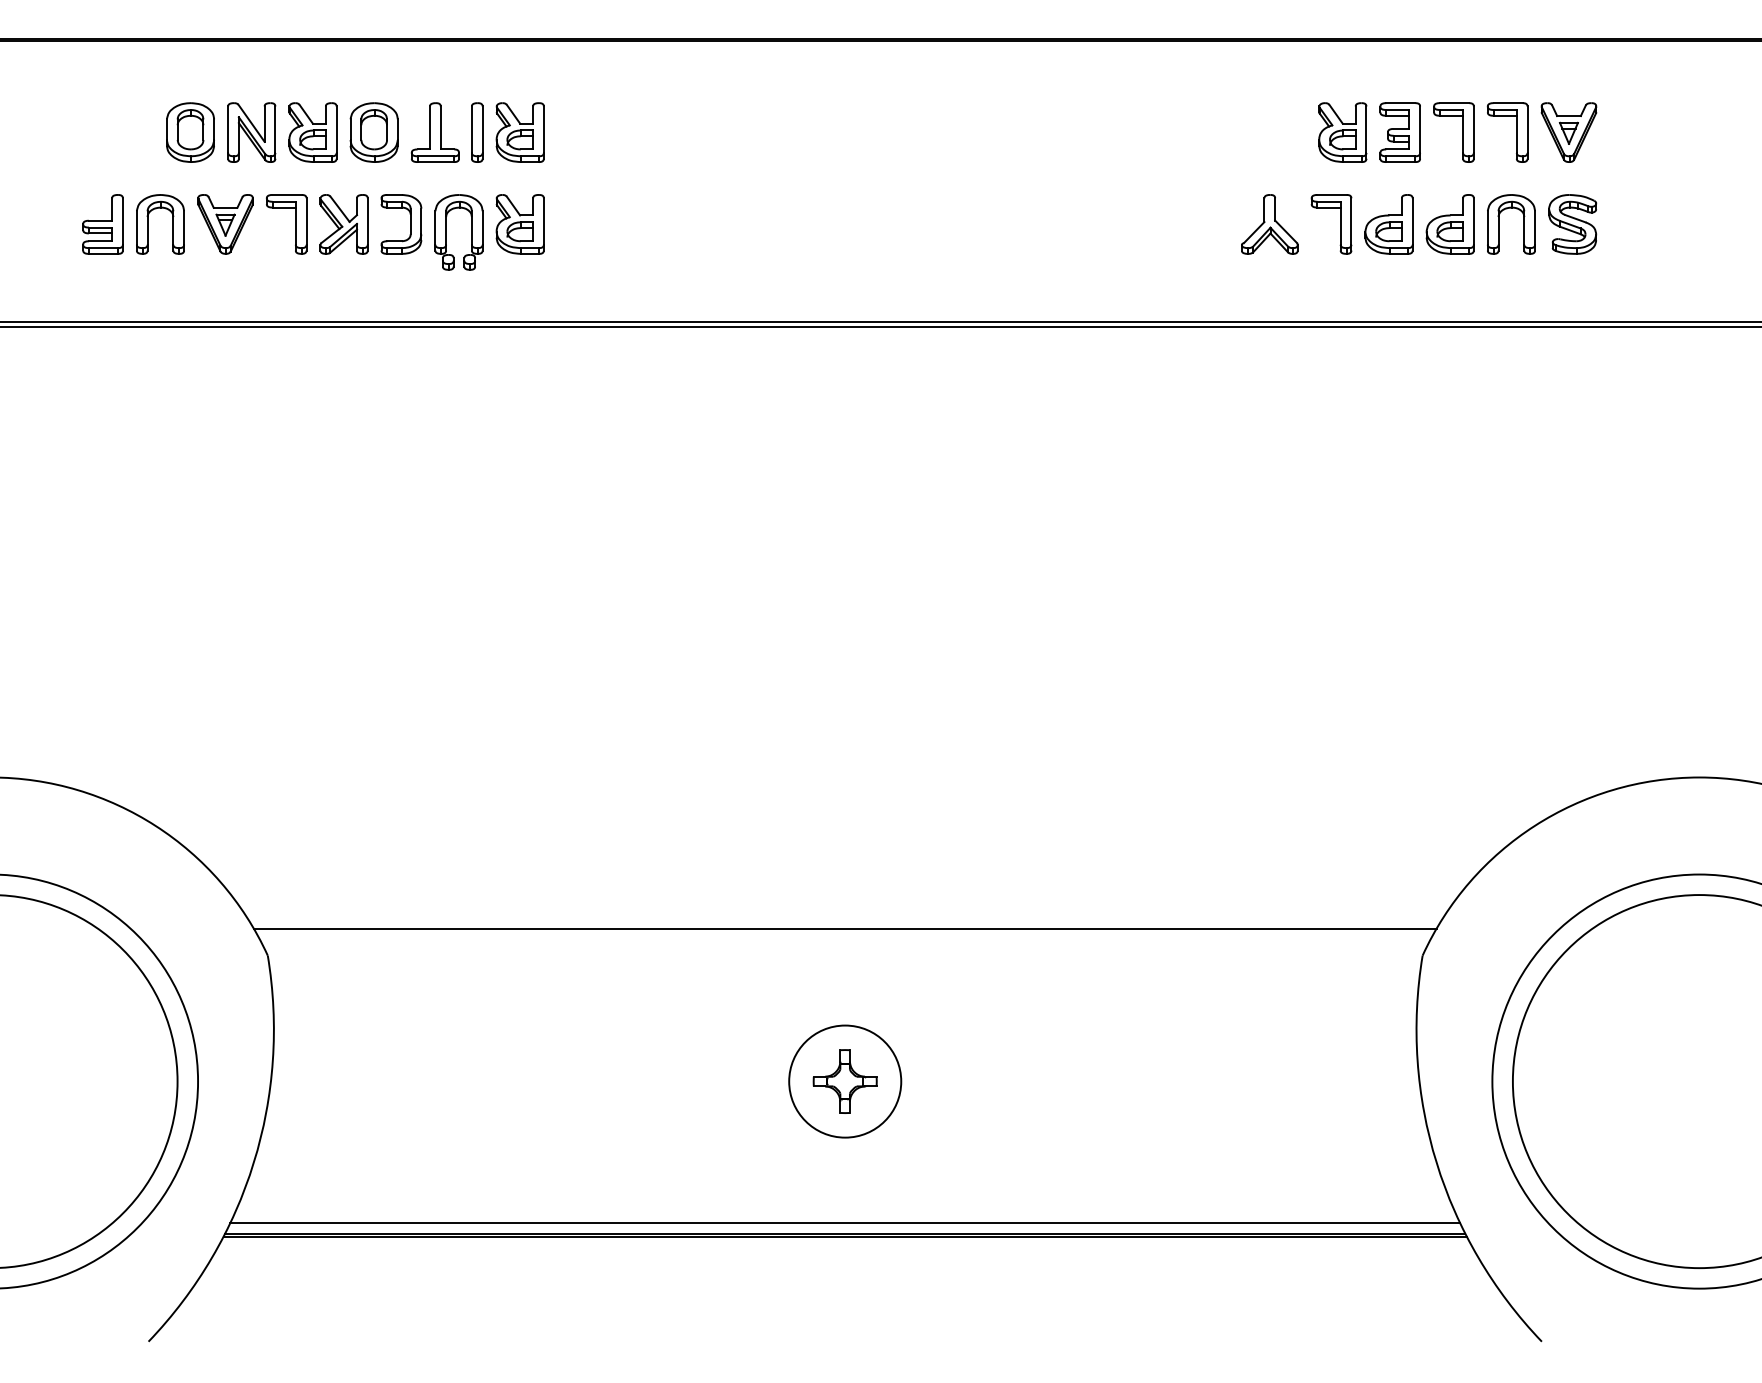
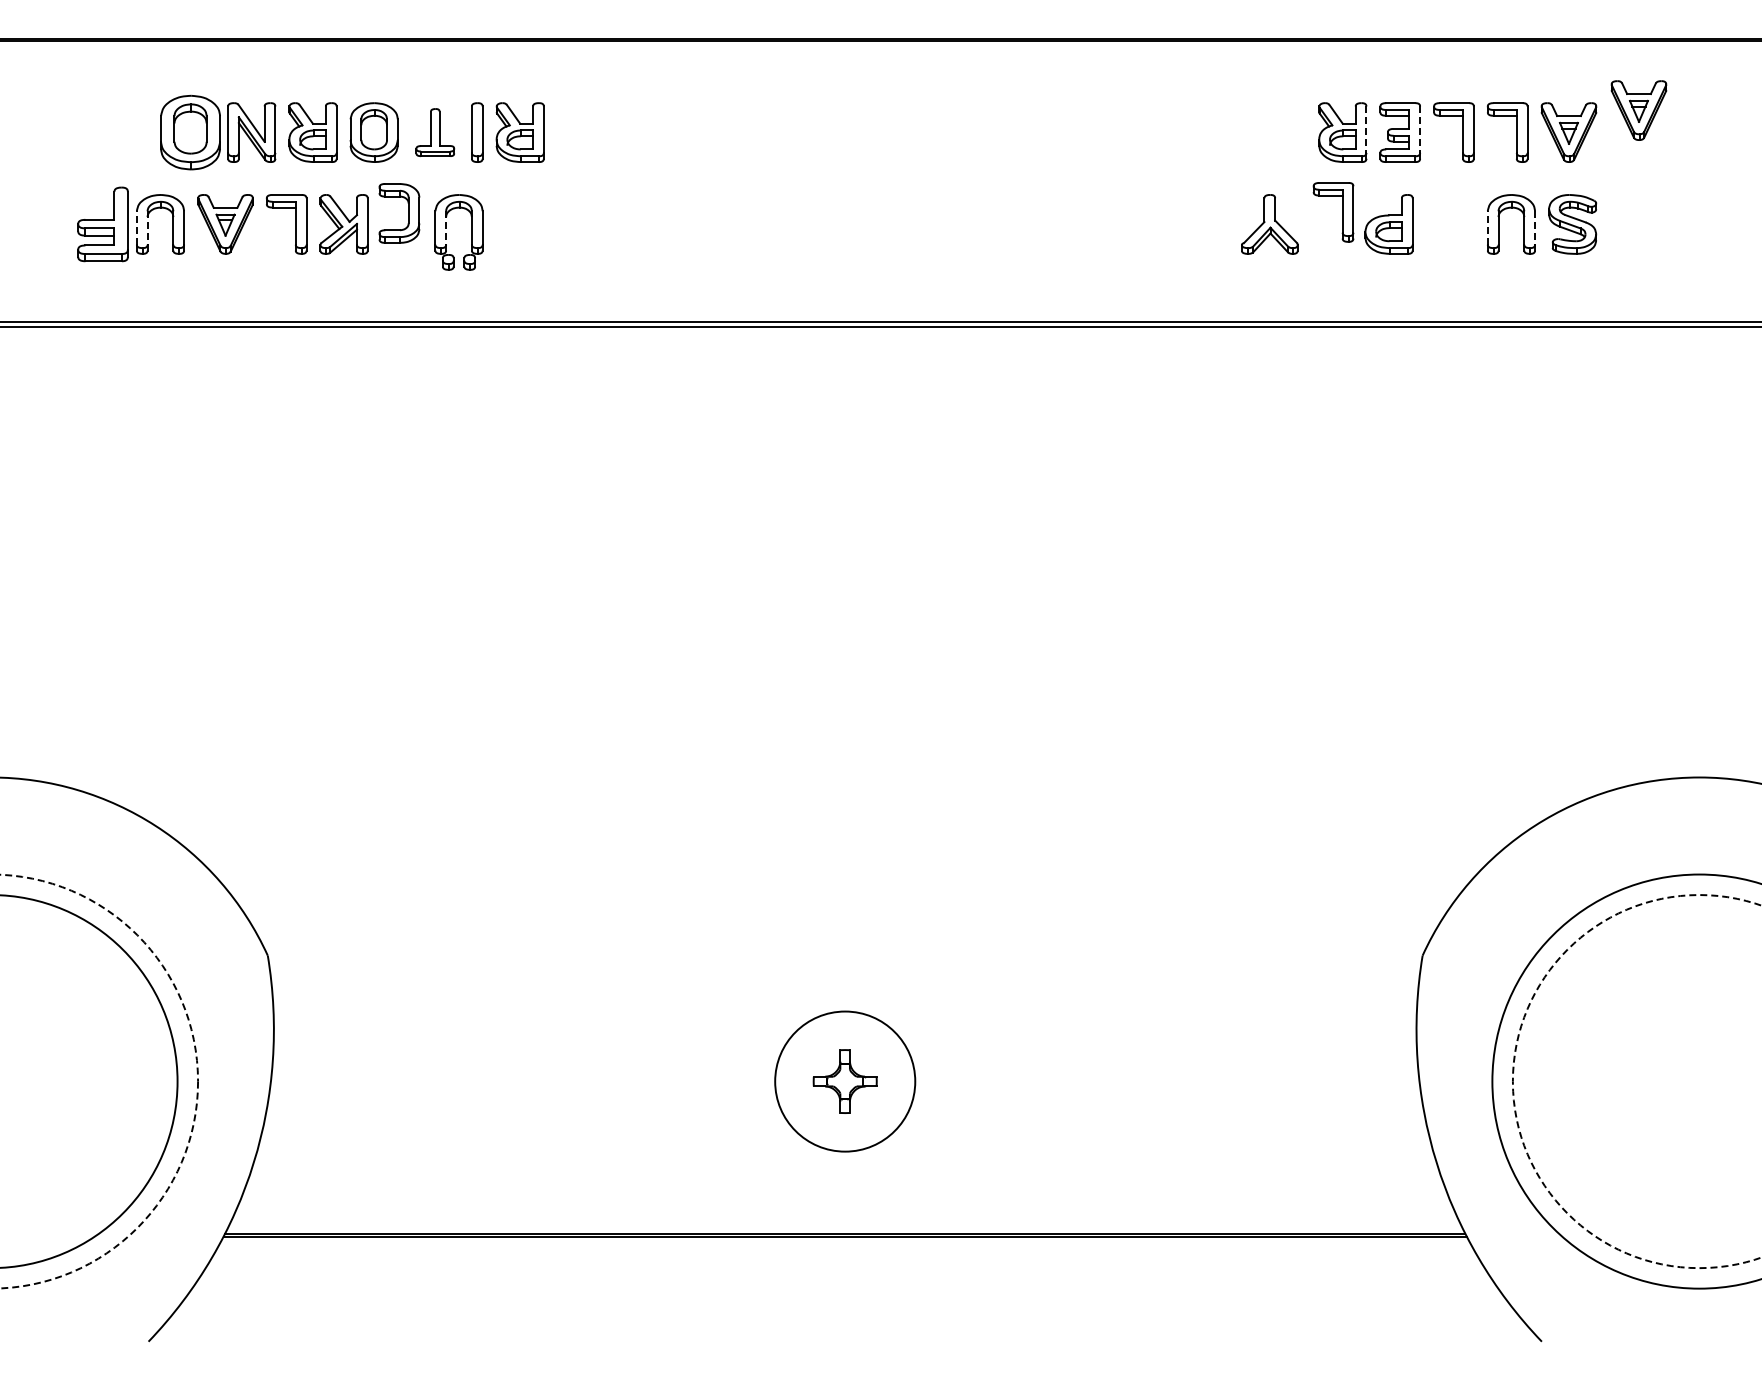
part at (1638, 110): none -> present
line at (1366, 130): solid -> dashed
line at (1420, 130): solid -> dashed
part at (190, 132) size: 49x61 px -> 61x77 px
part at (434, 132) size: 50x61 px -> 41x49 px
part at (102, 224) size: 42x61 px -> 52x77 px
part at (410, 224) position: (410, 224) -> (408, 213)
part at (519, 224): present -> none
part at (1340, 224) position: (1340, 224) -> (1342, 212)
part at (1449, 224): present -> none
line at (136, 227): solid -> dashed
line at (1487, 227): solid -> dashed
line at (1535, 227): solid -> dashed
line at (147, 228): solid -> dashed
line at (446, 228): solid -> dashed
line at (844, 928): present -> none
circle at (99, 1081): solid -> dashed
circle at (845, 1081) diameter: 112 px -> 140 px
circle at (1636, 1081): solid -> dashed
line at (845, 1222): present -> none
